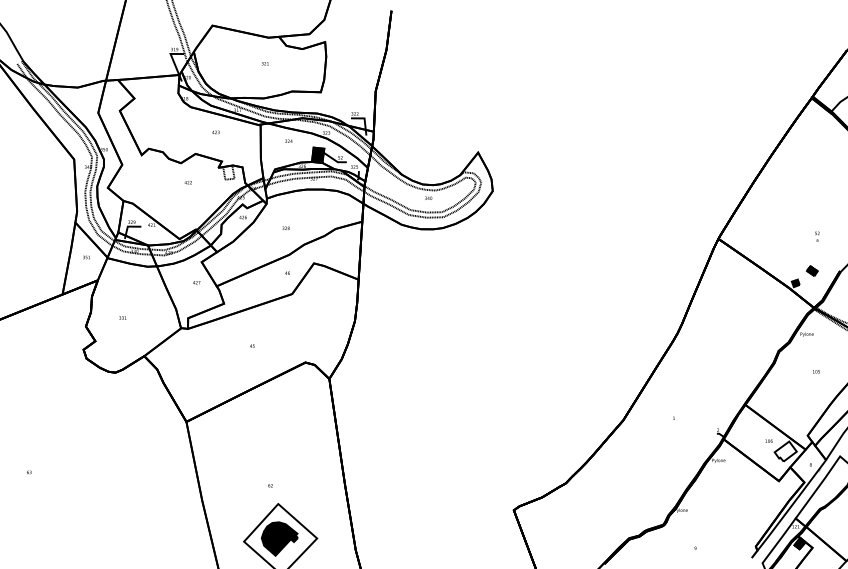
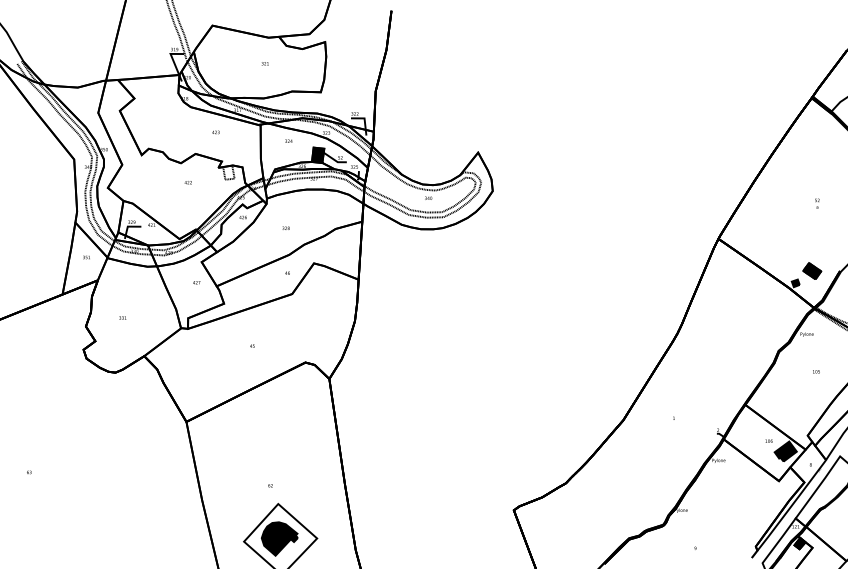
text at (817, 236) position: (817, 236) -> (817, 203)
part at (812, 270) size: 13x12 px -> 21x18 px
fill at (785, 451): none -> present
